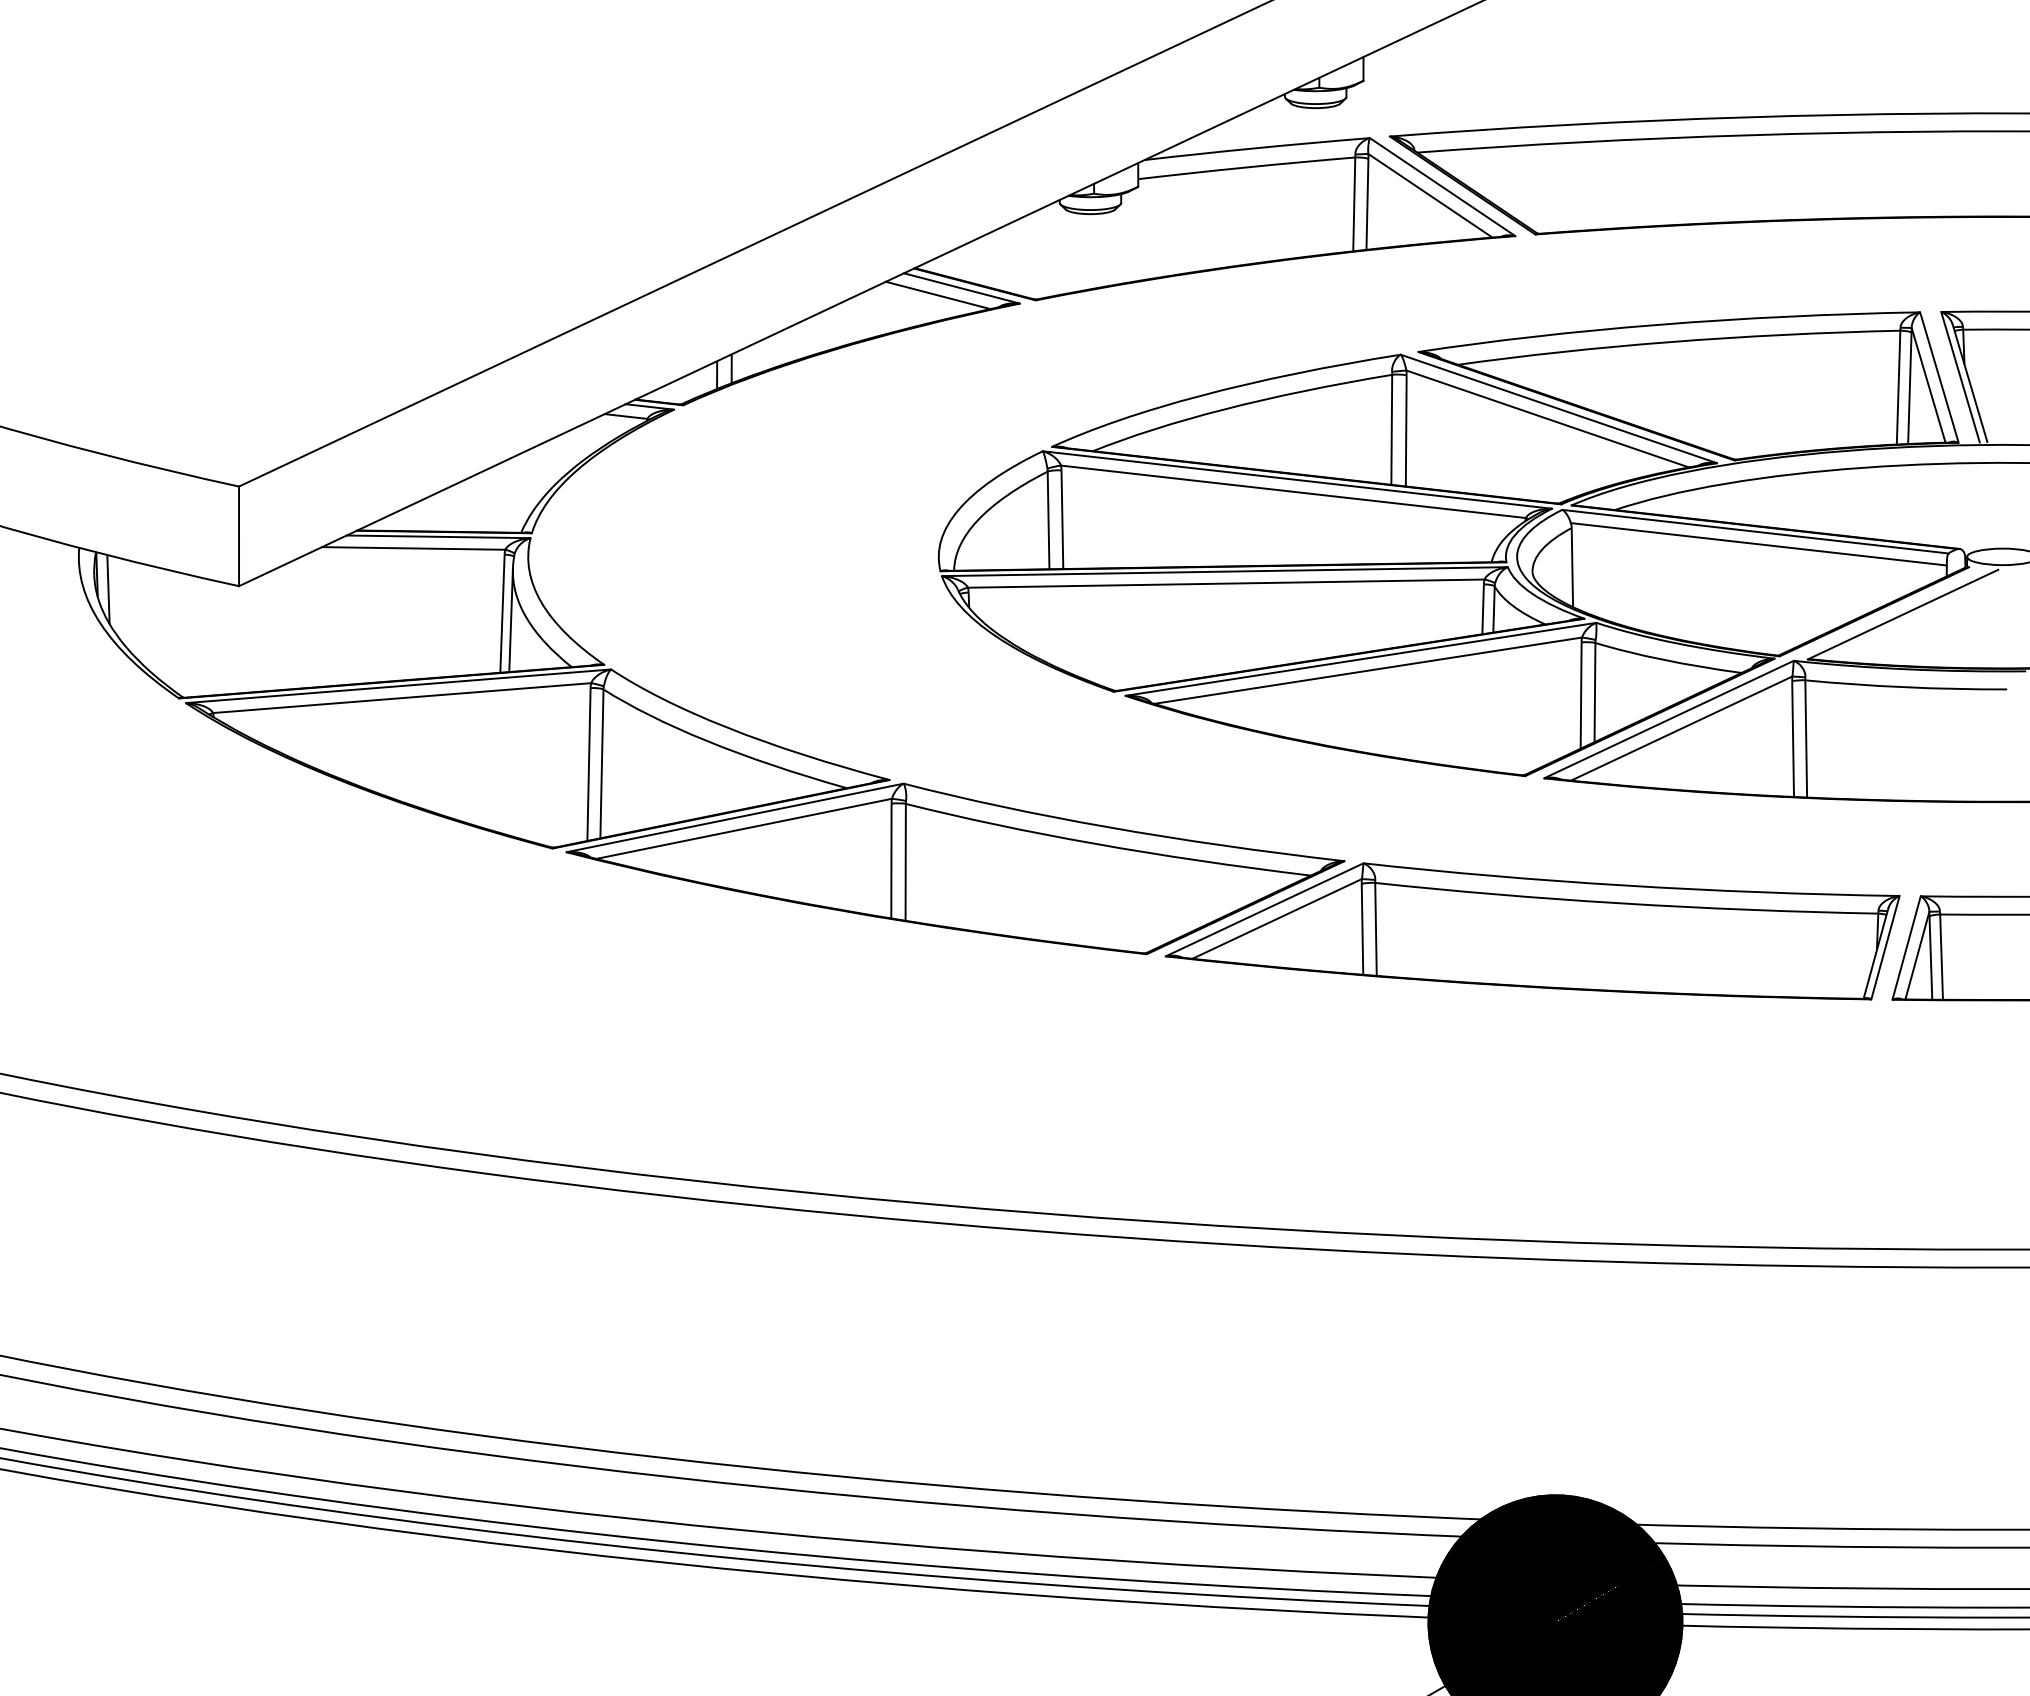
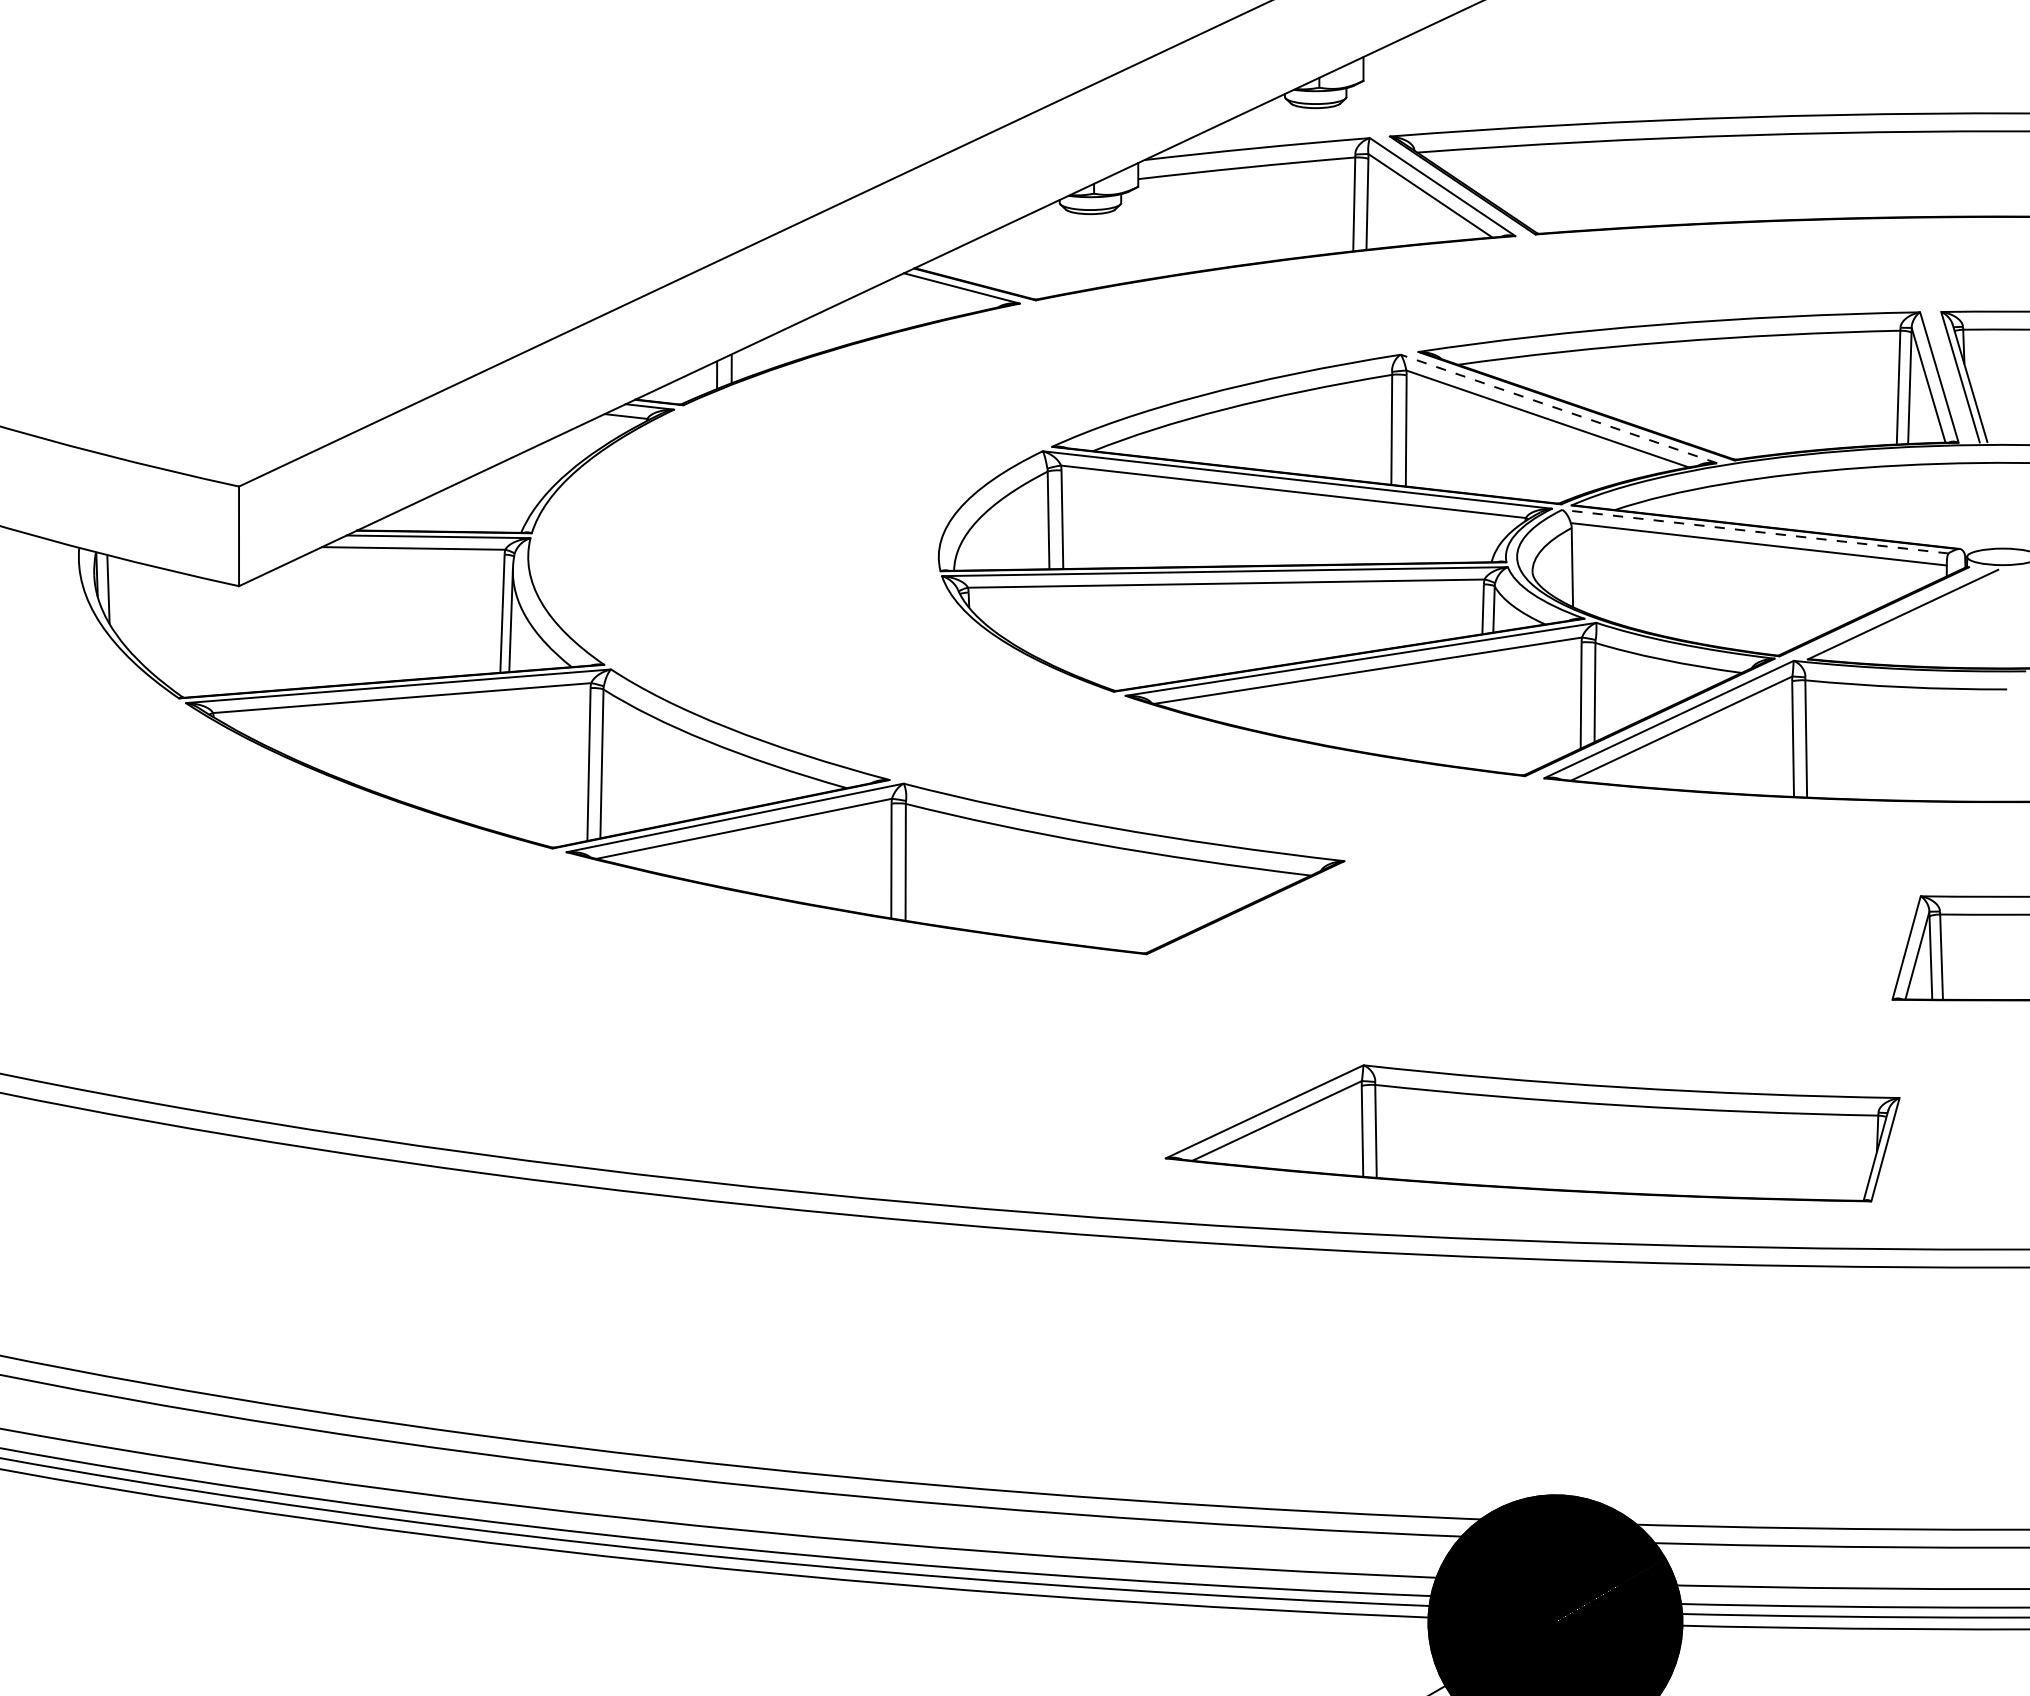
line at (937, 295): present -> none
line at (1558, 408): solid -> dashed
line at (1754, 531): solid -> dashed
part at (1532, 931) position: (1532, 931) -> (1532, 1133)
